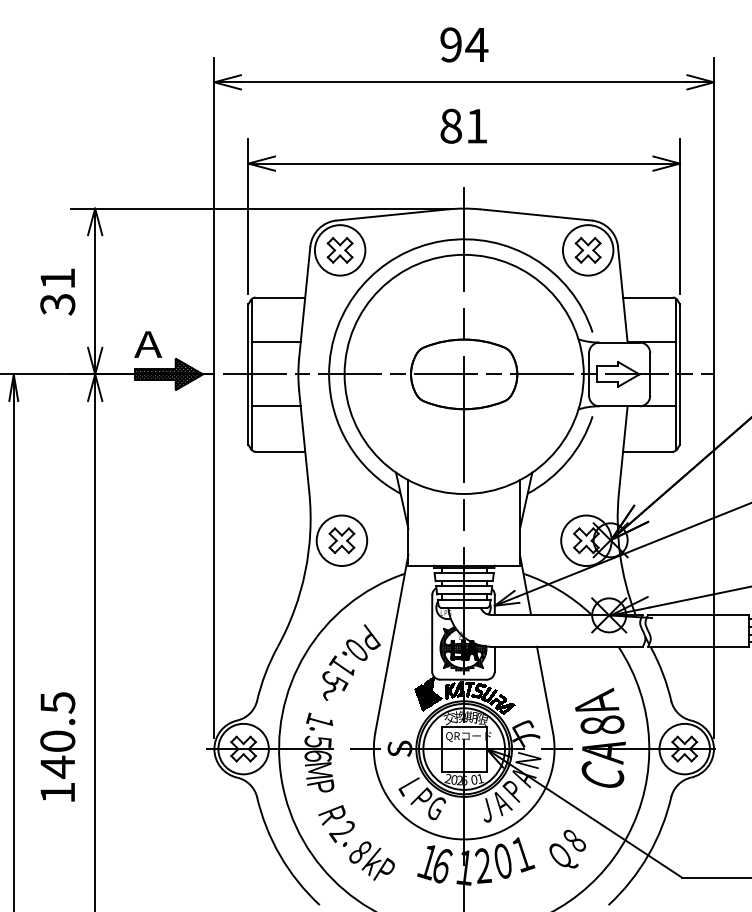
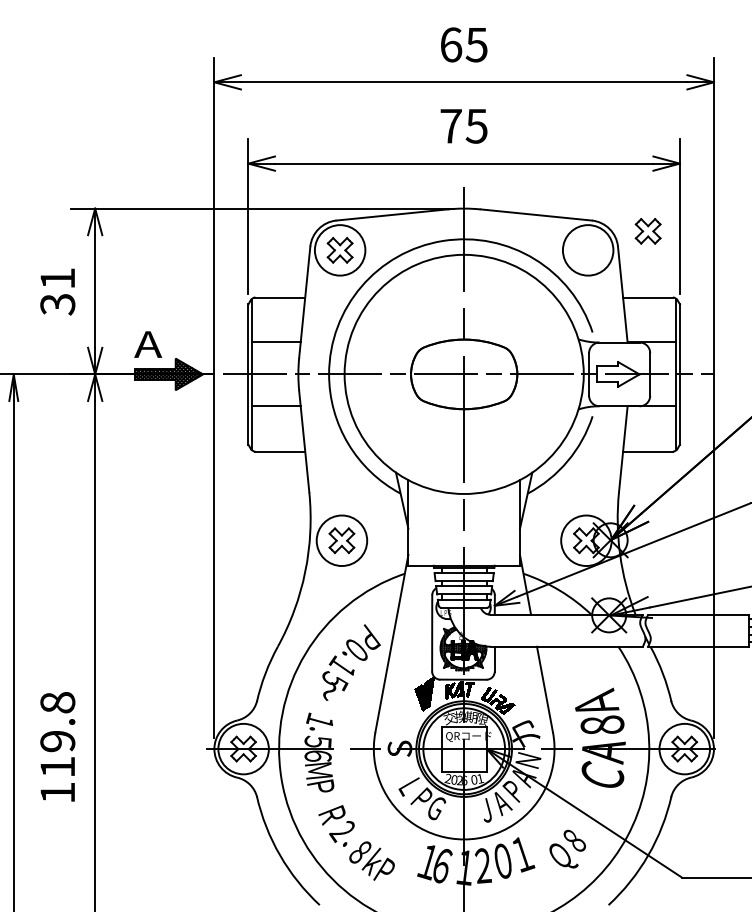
text at (464, 44): 94 -> 65
text at (463, 125): 81 -> 75
part at (587, 250) position: (587, 250) -> (647, 231)
hatch at (478, 690): present -> none
hatch at (435, 698): present -> none
text at (57, 735): 140.5 -> 119.8
